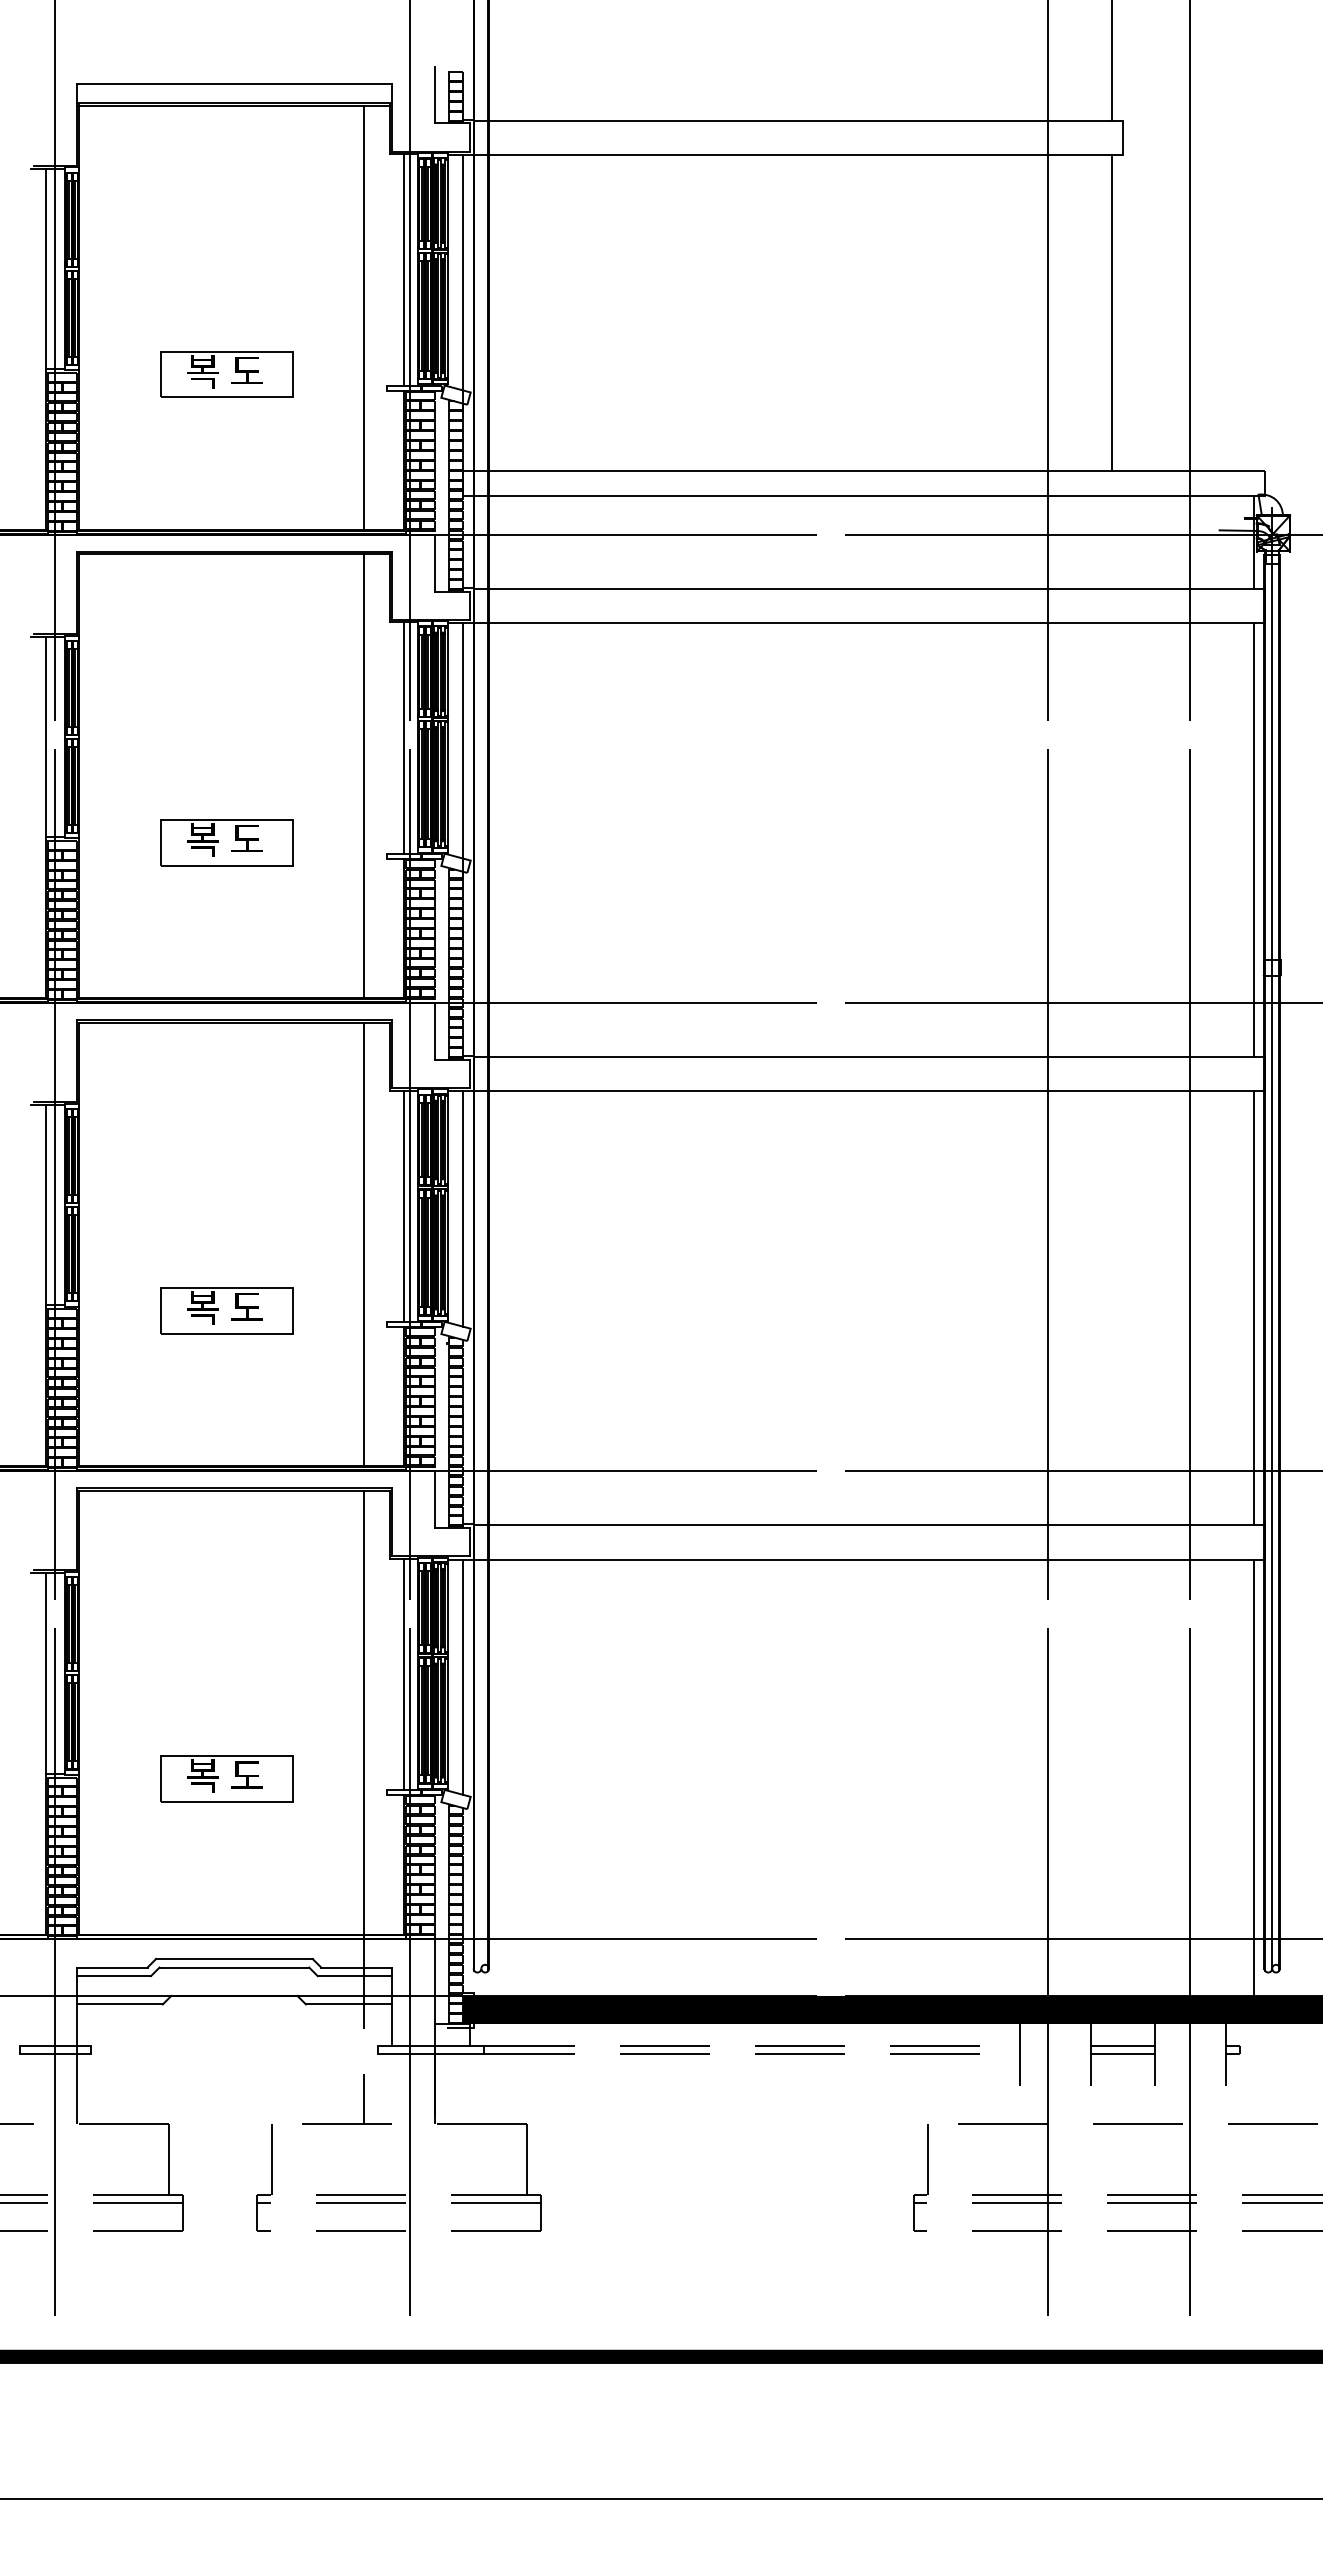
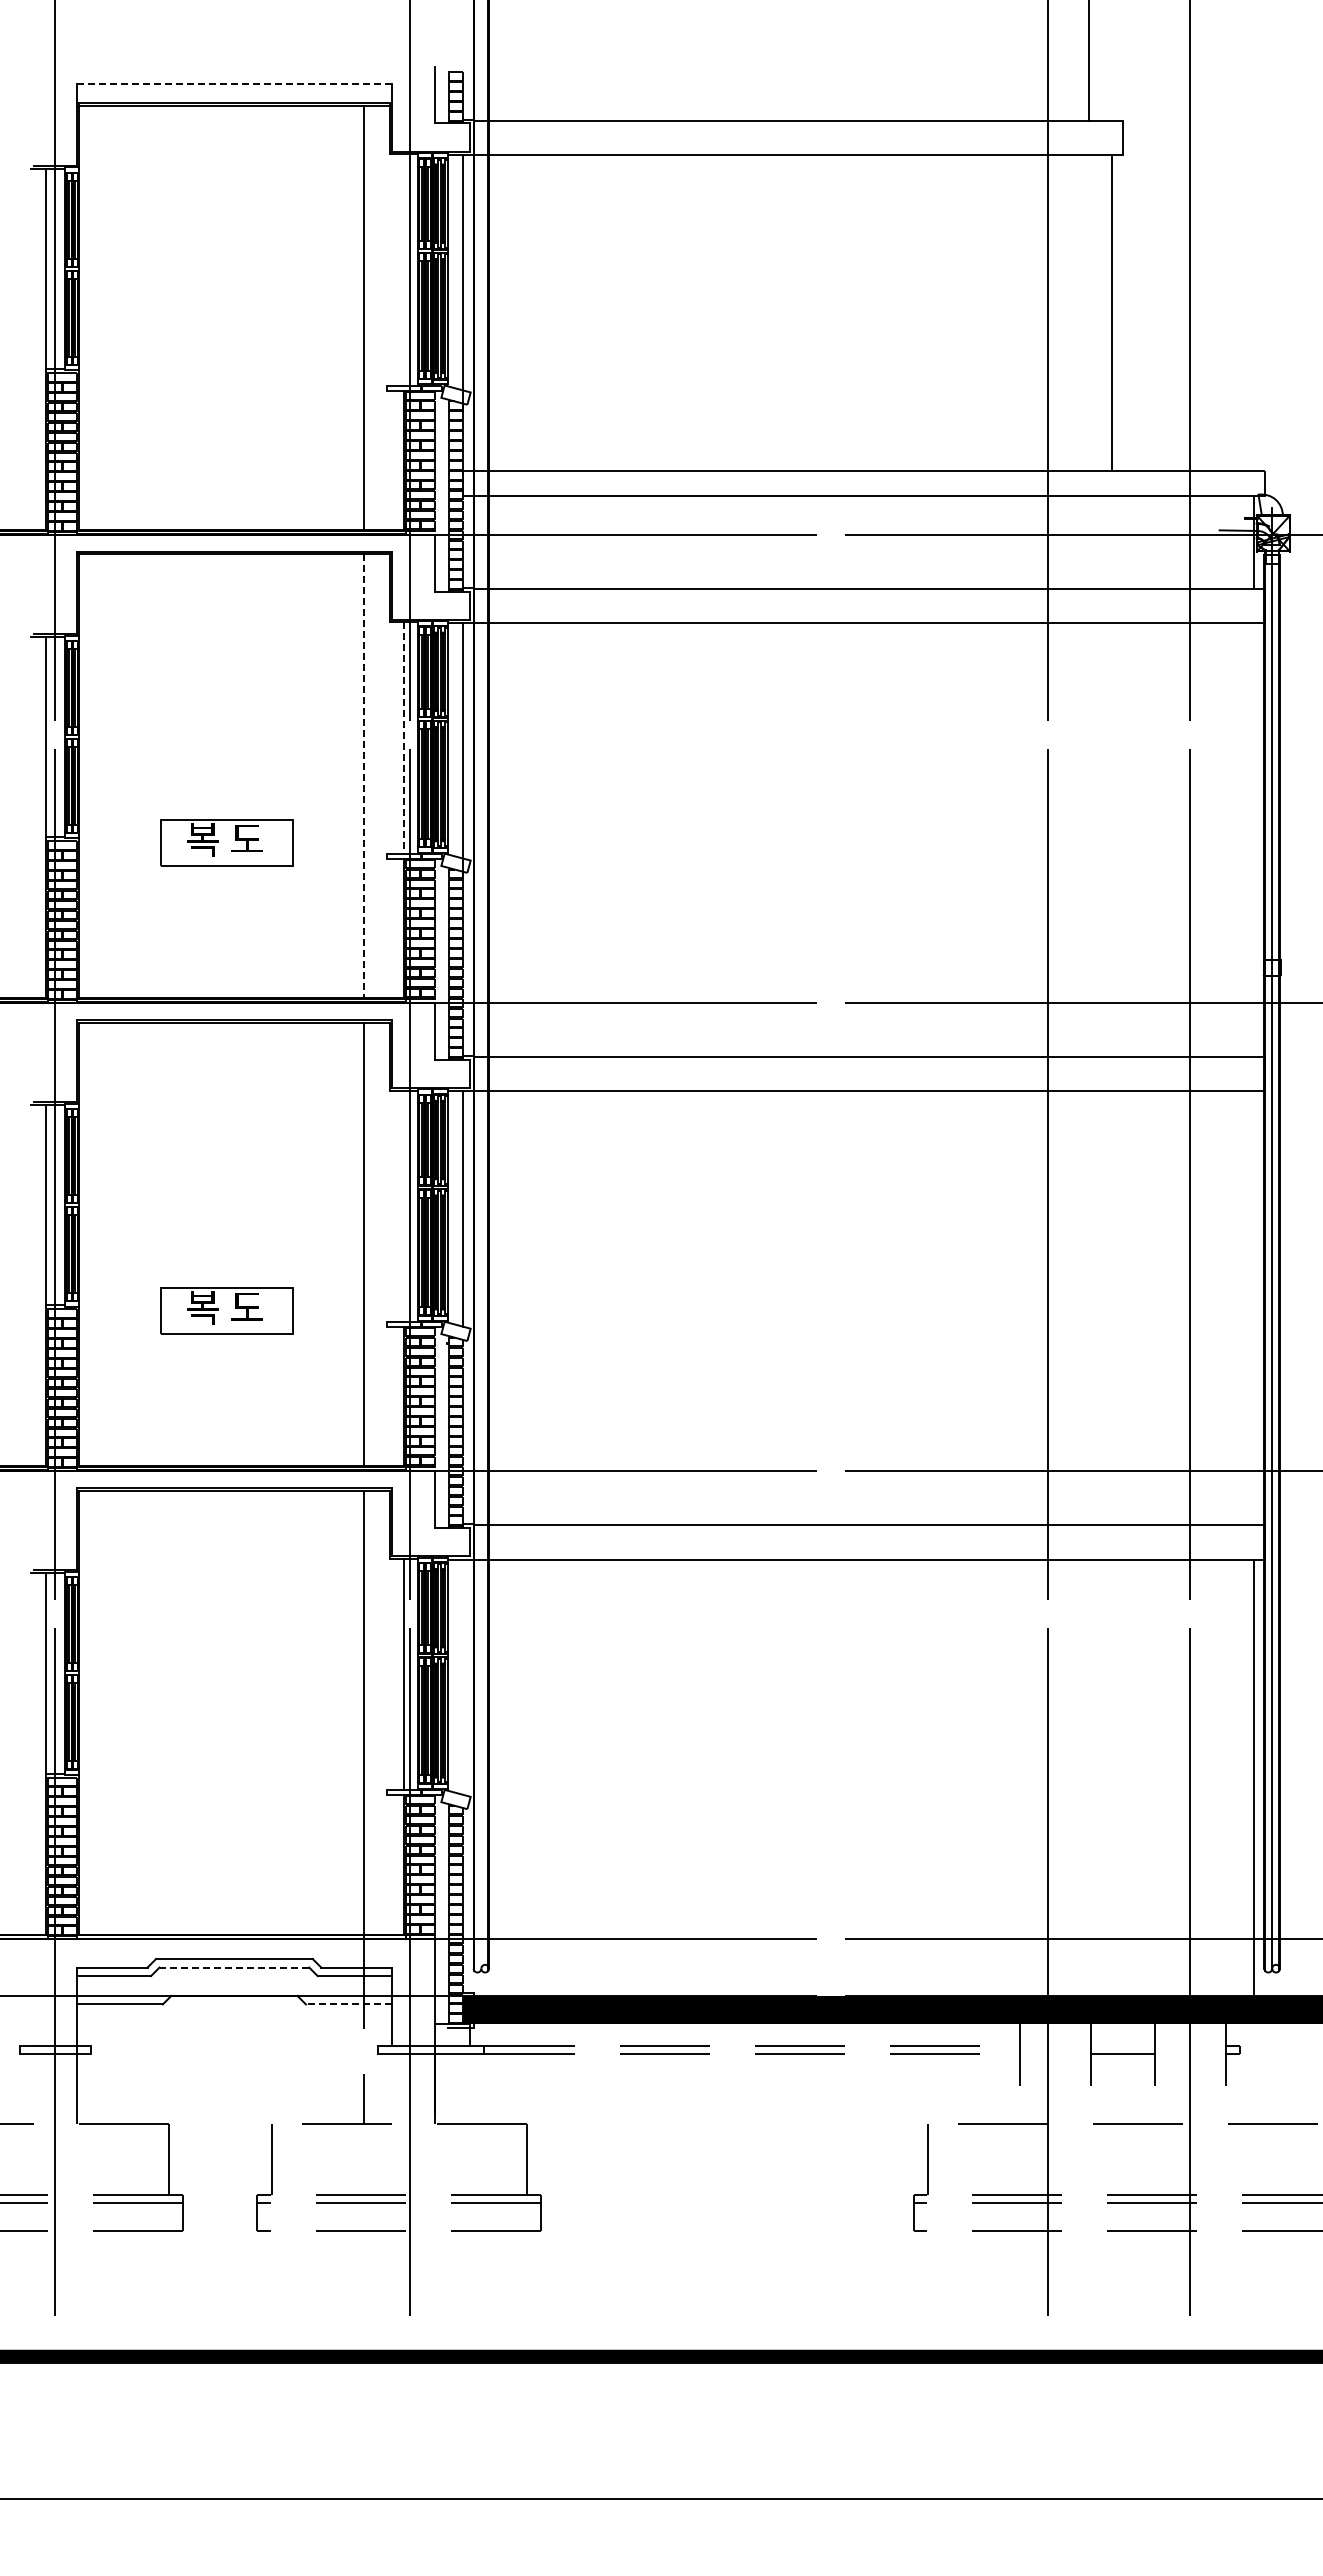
line at (1112, 61) position: (1112, 61) -> (1089, 61)
line at (234, 83): solid -> dashed
line at (403, 269): present -> none
part at (226, 374): present -> none
line at (403, 738): solid -> dashed
line at (363, 776): solid -> dashed
line at (1254, 839): present -> none
line at (403, 1206): present -> none
line at (1254, 1307): present -> none
line at (463, 1676): present -> none
part at (226, 1778): present -> none
line at (234, 1967): solid -> dashed
line at (348, 2004): solid -> dashed
line at (1122, 2045): present -> none
